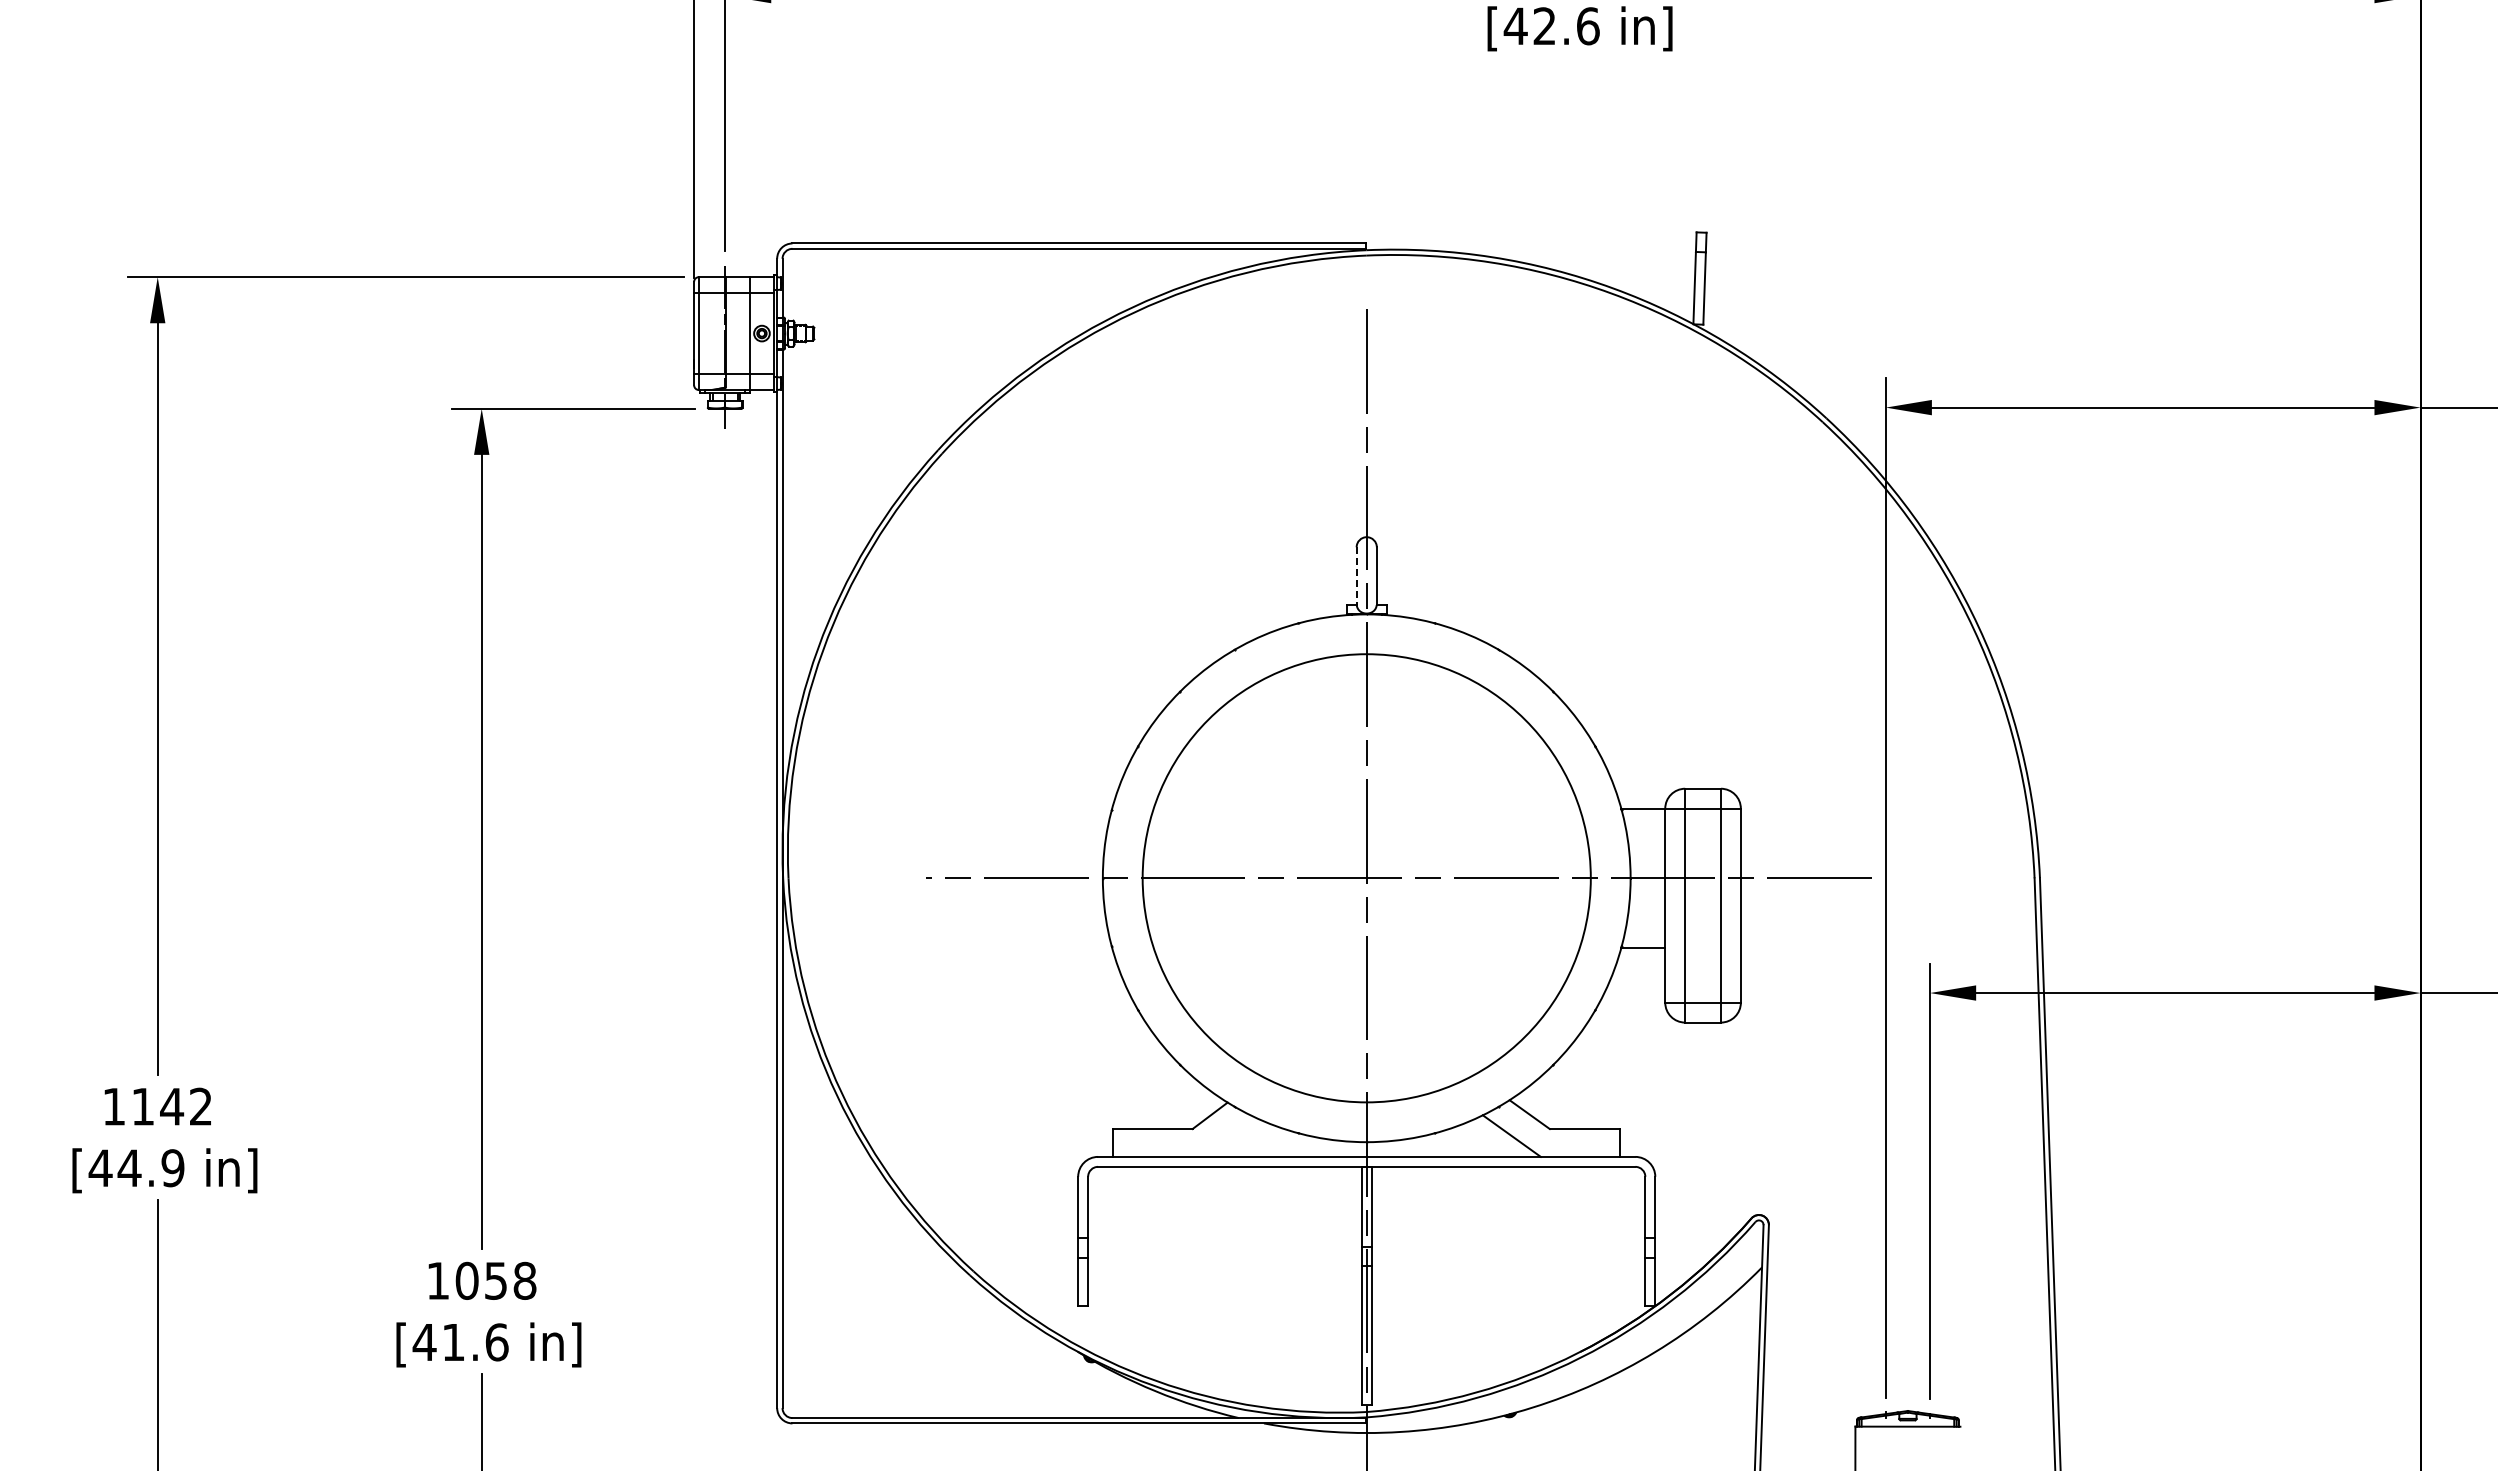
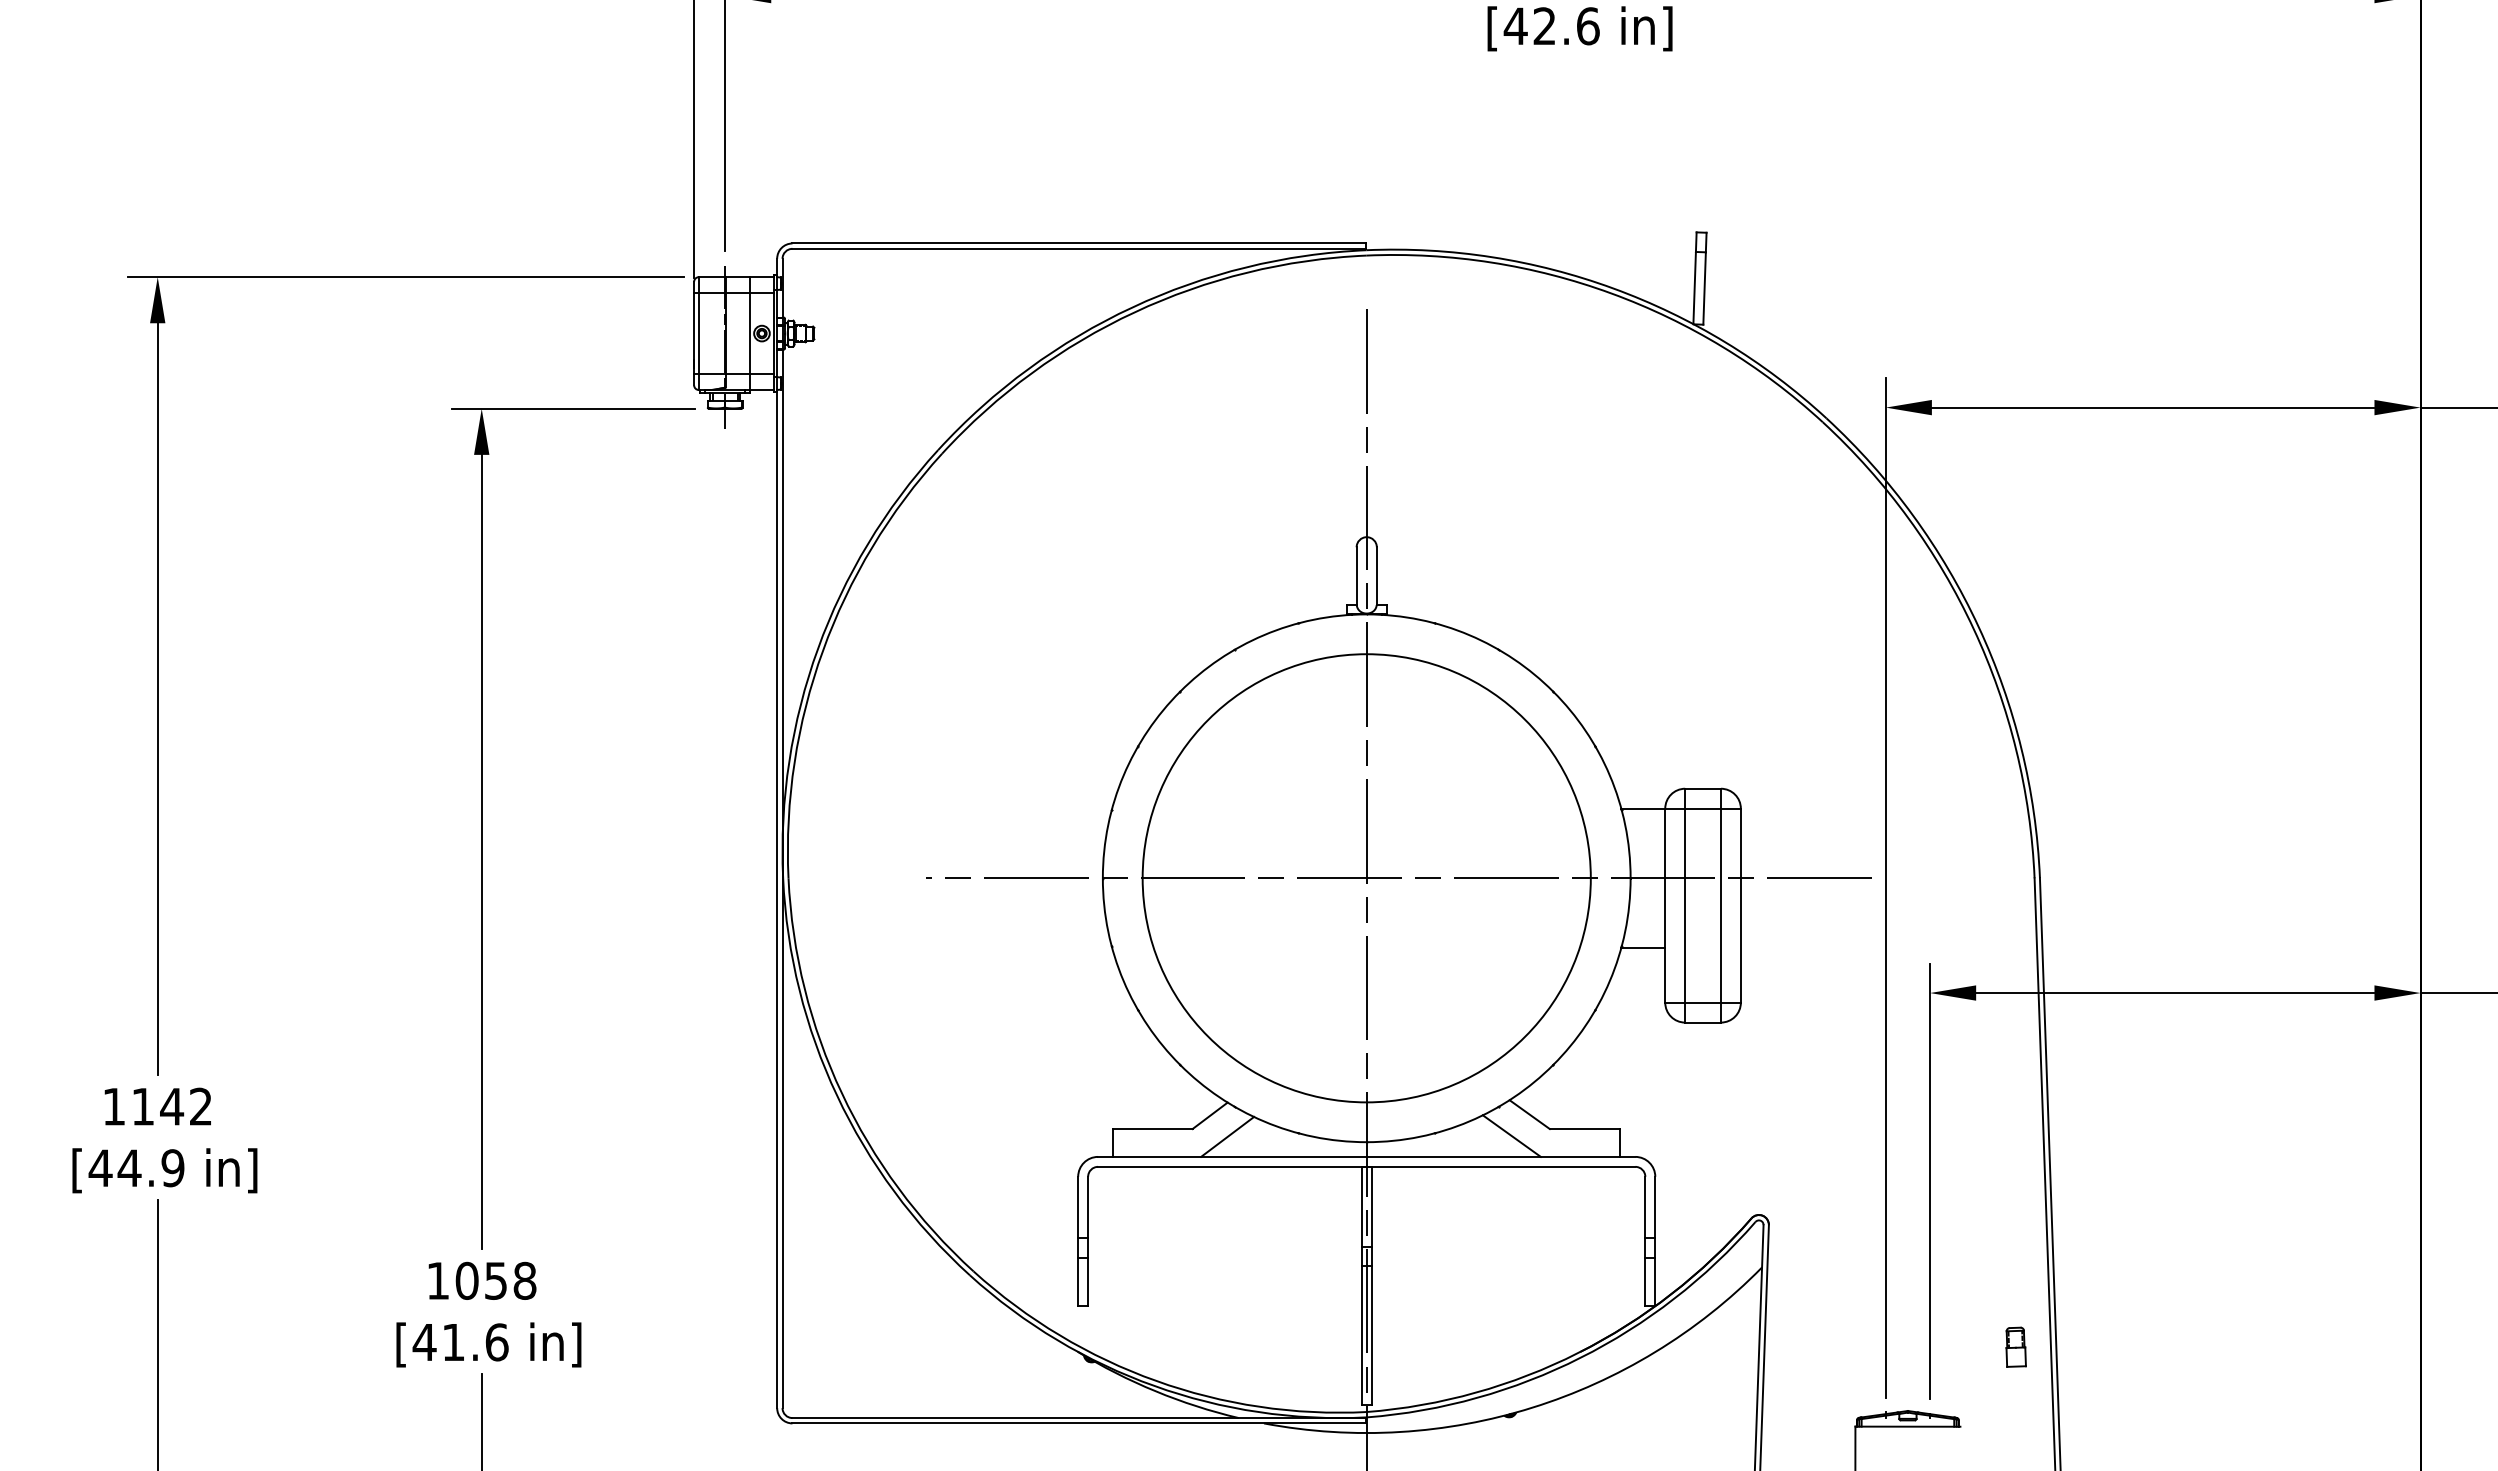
line at (1356, 576): dashed -> solid
line at (1227, 1136): none -> present
part at (2015, 1346): none -> present
